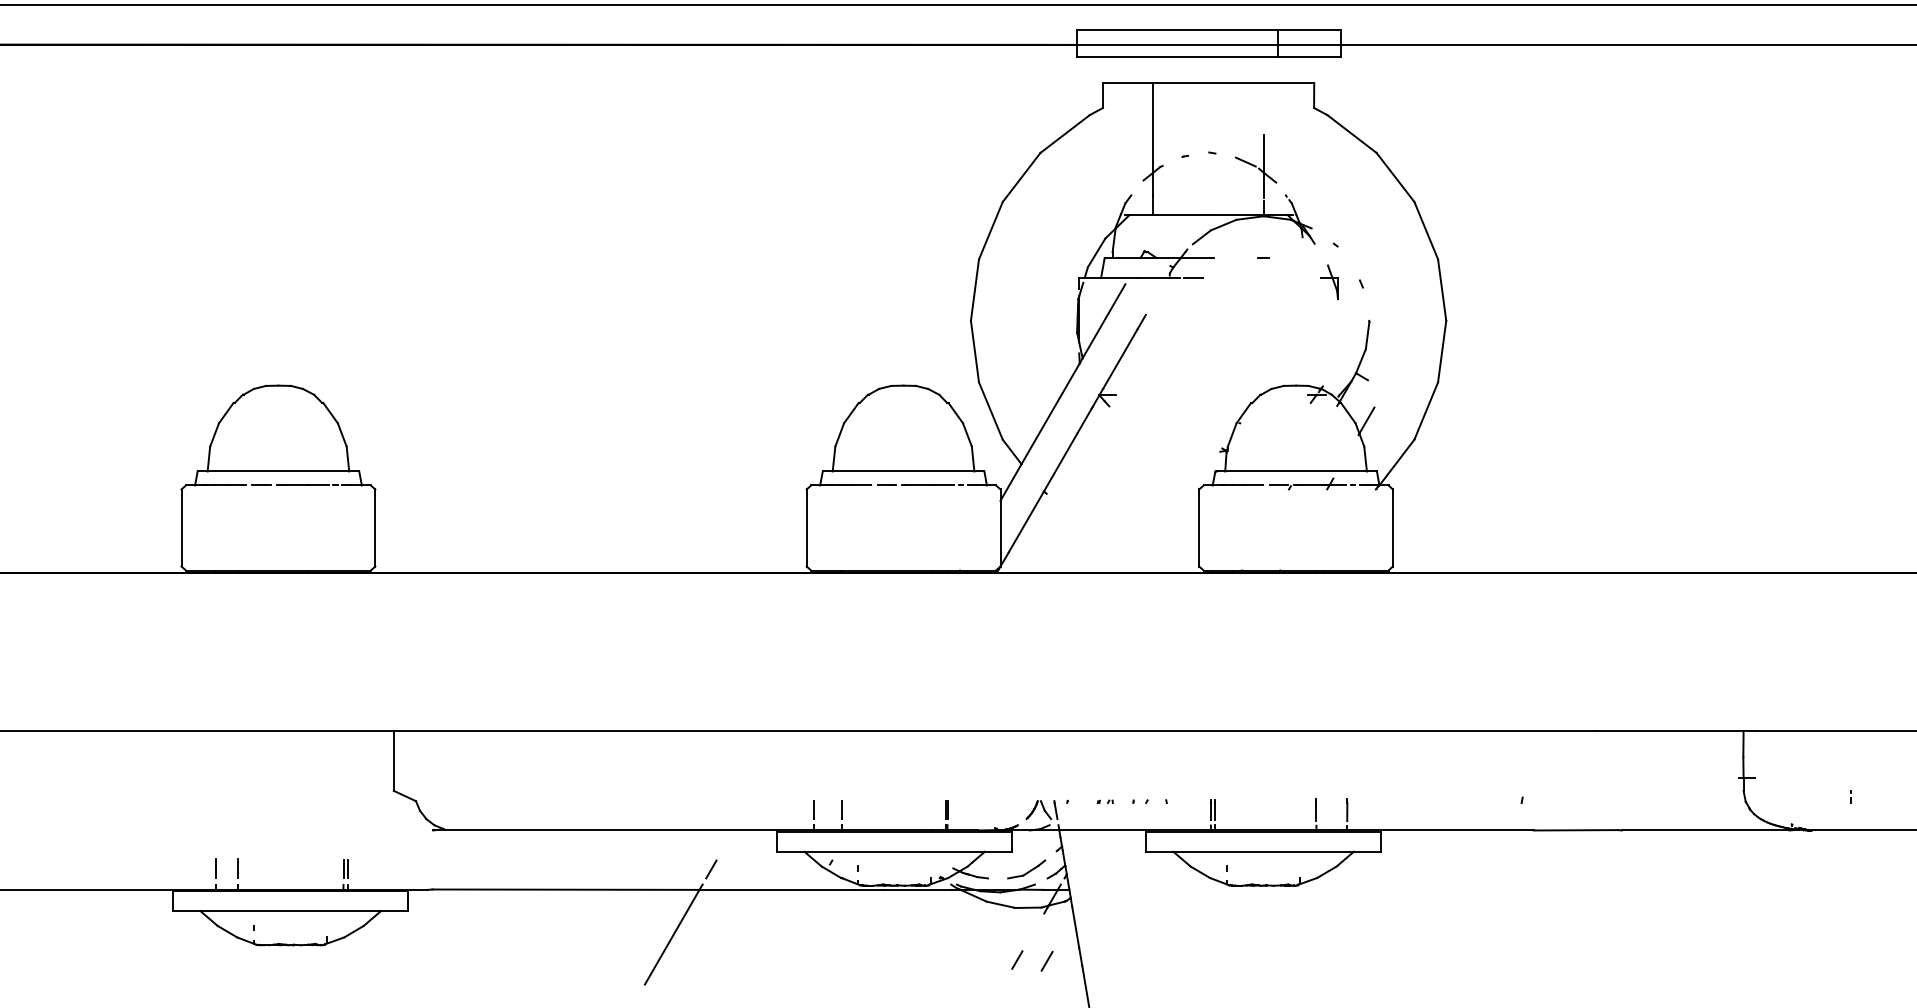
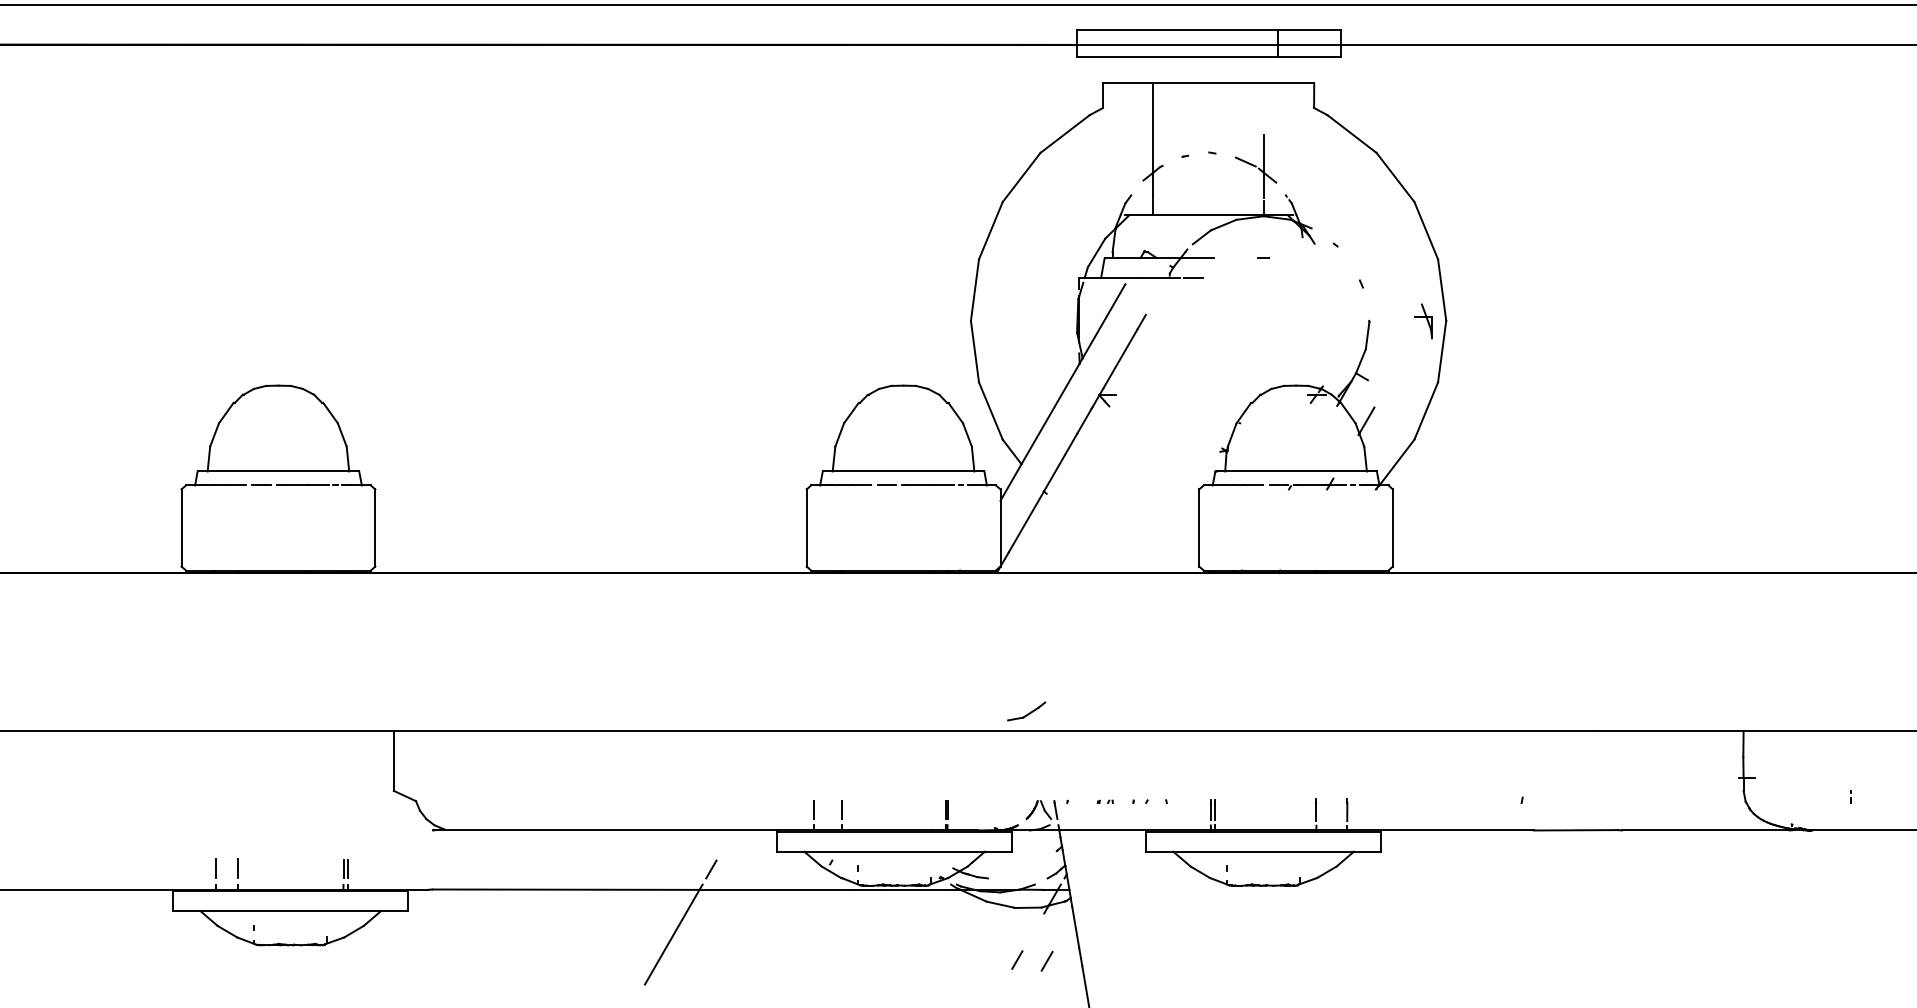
part at (1329, 282) position: (1329, 282) -> (1423, 321)
part at (1026, 869) position: (1026, 869) -> (1026, 711)
